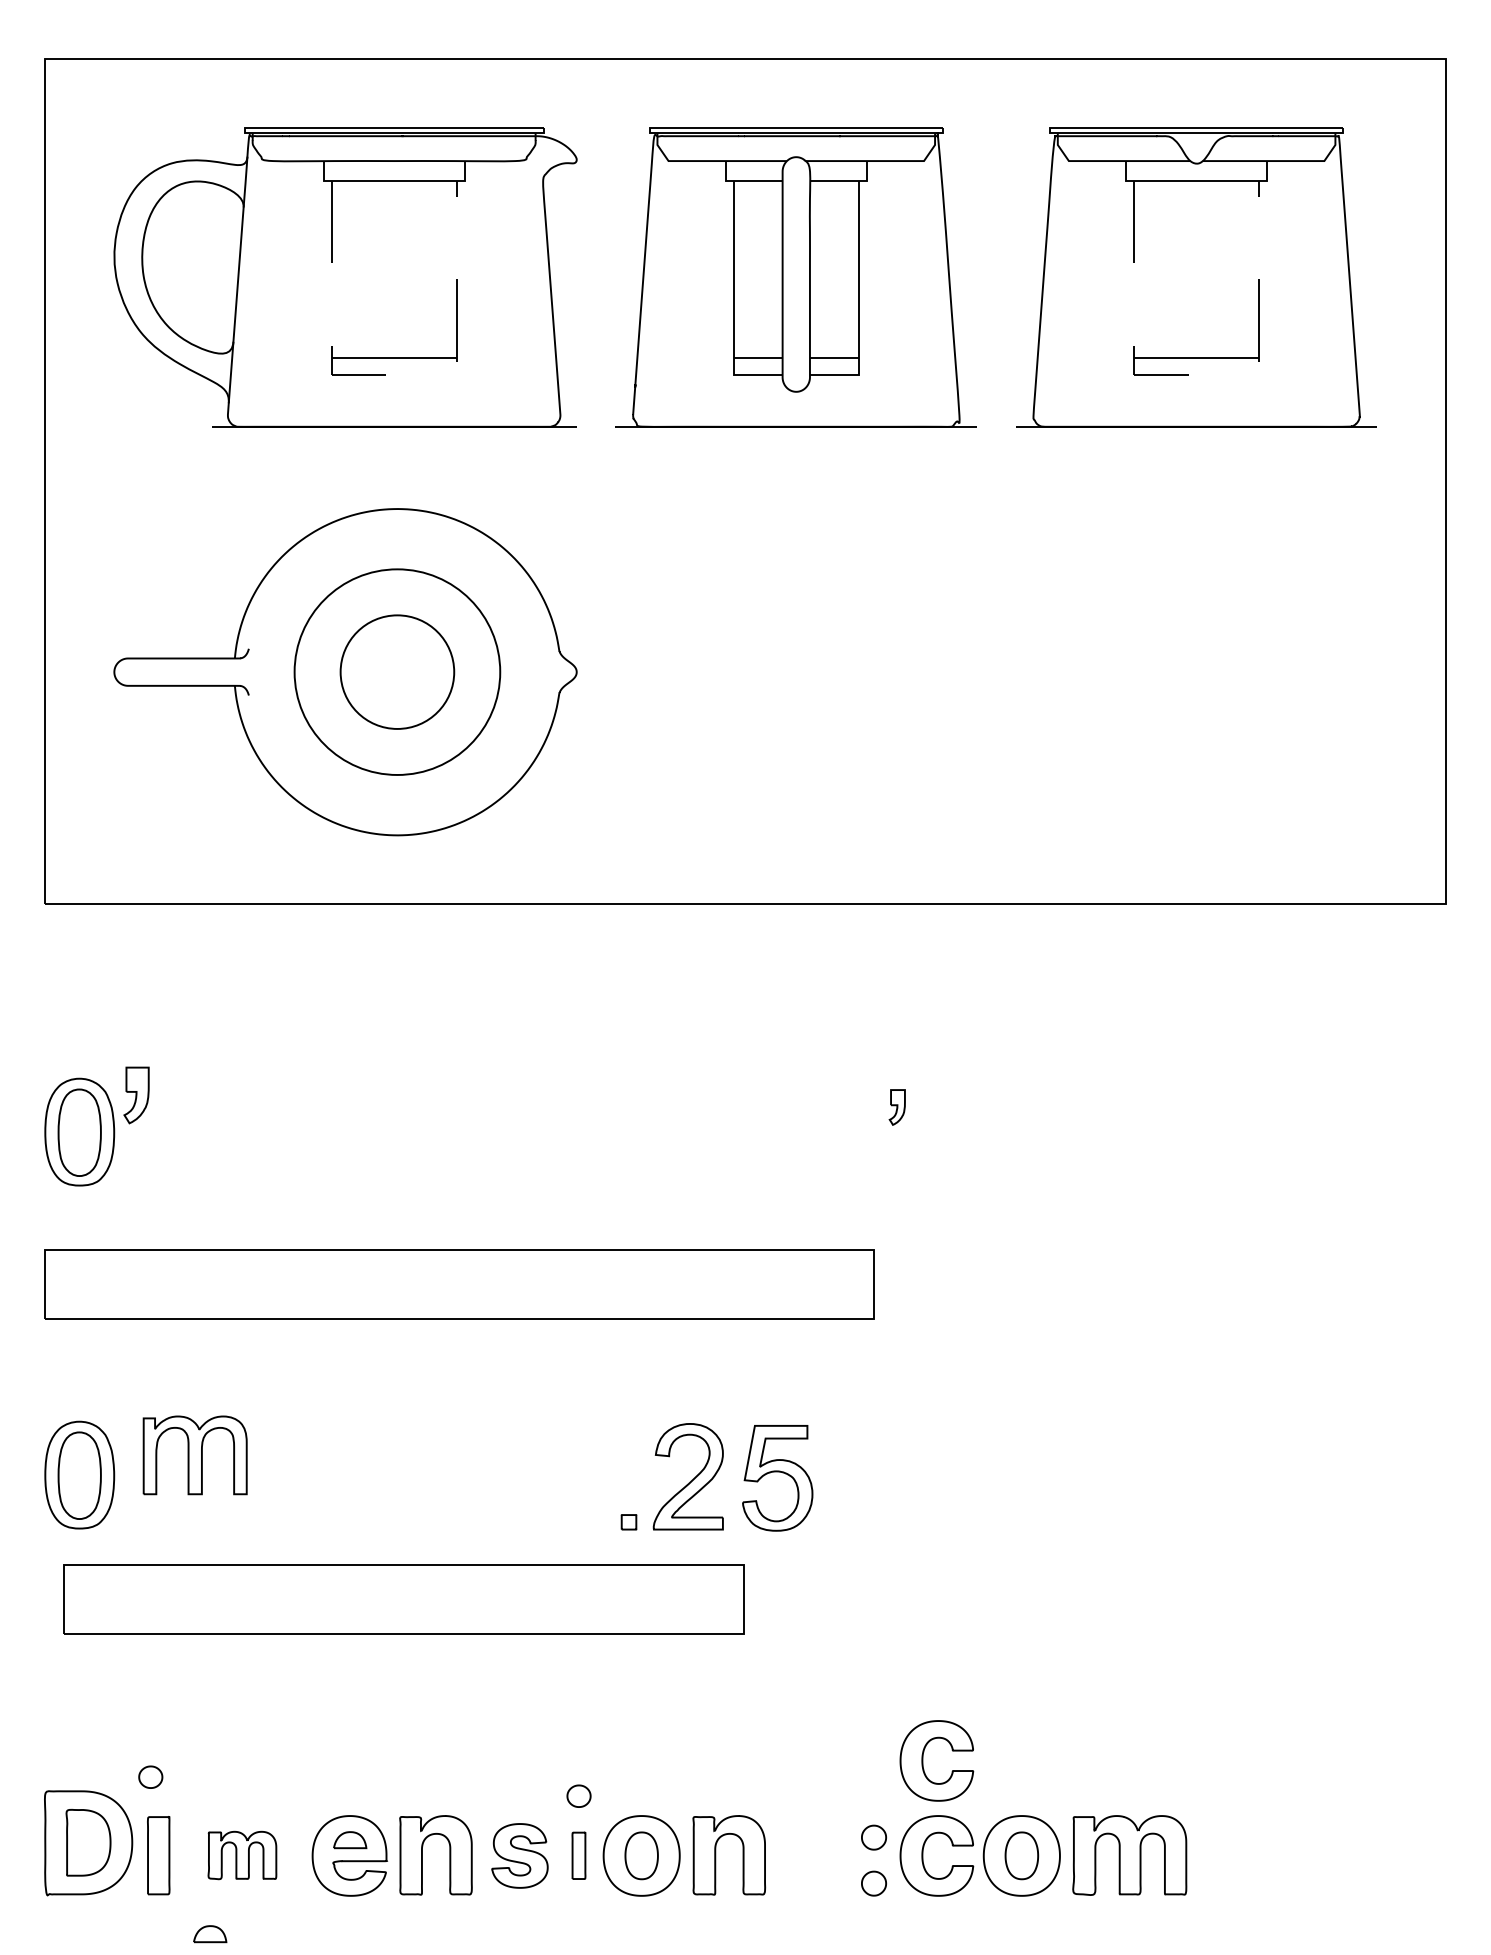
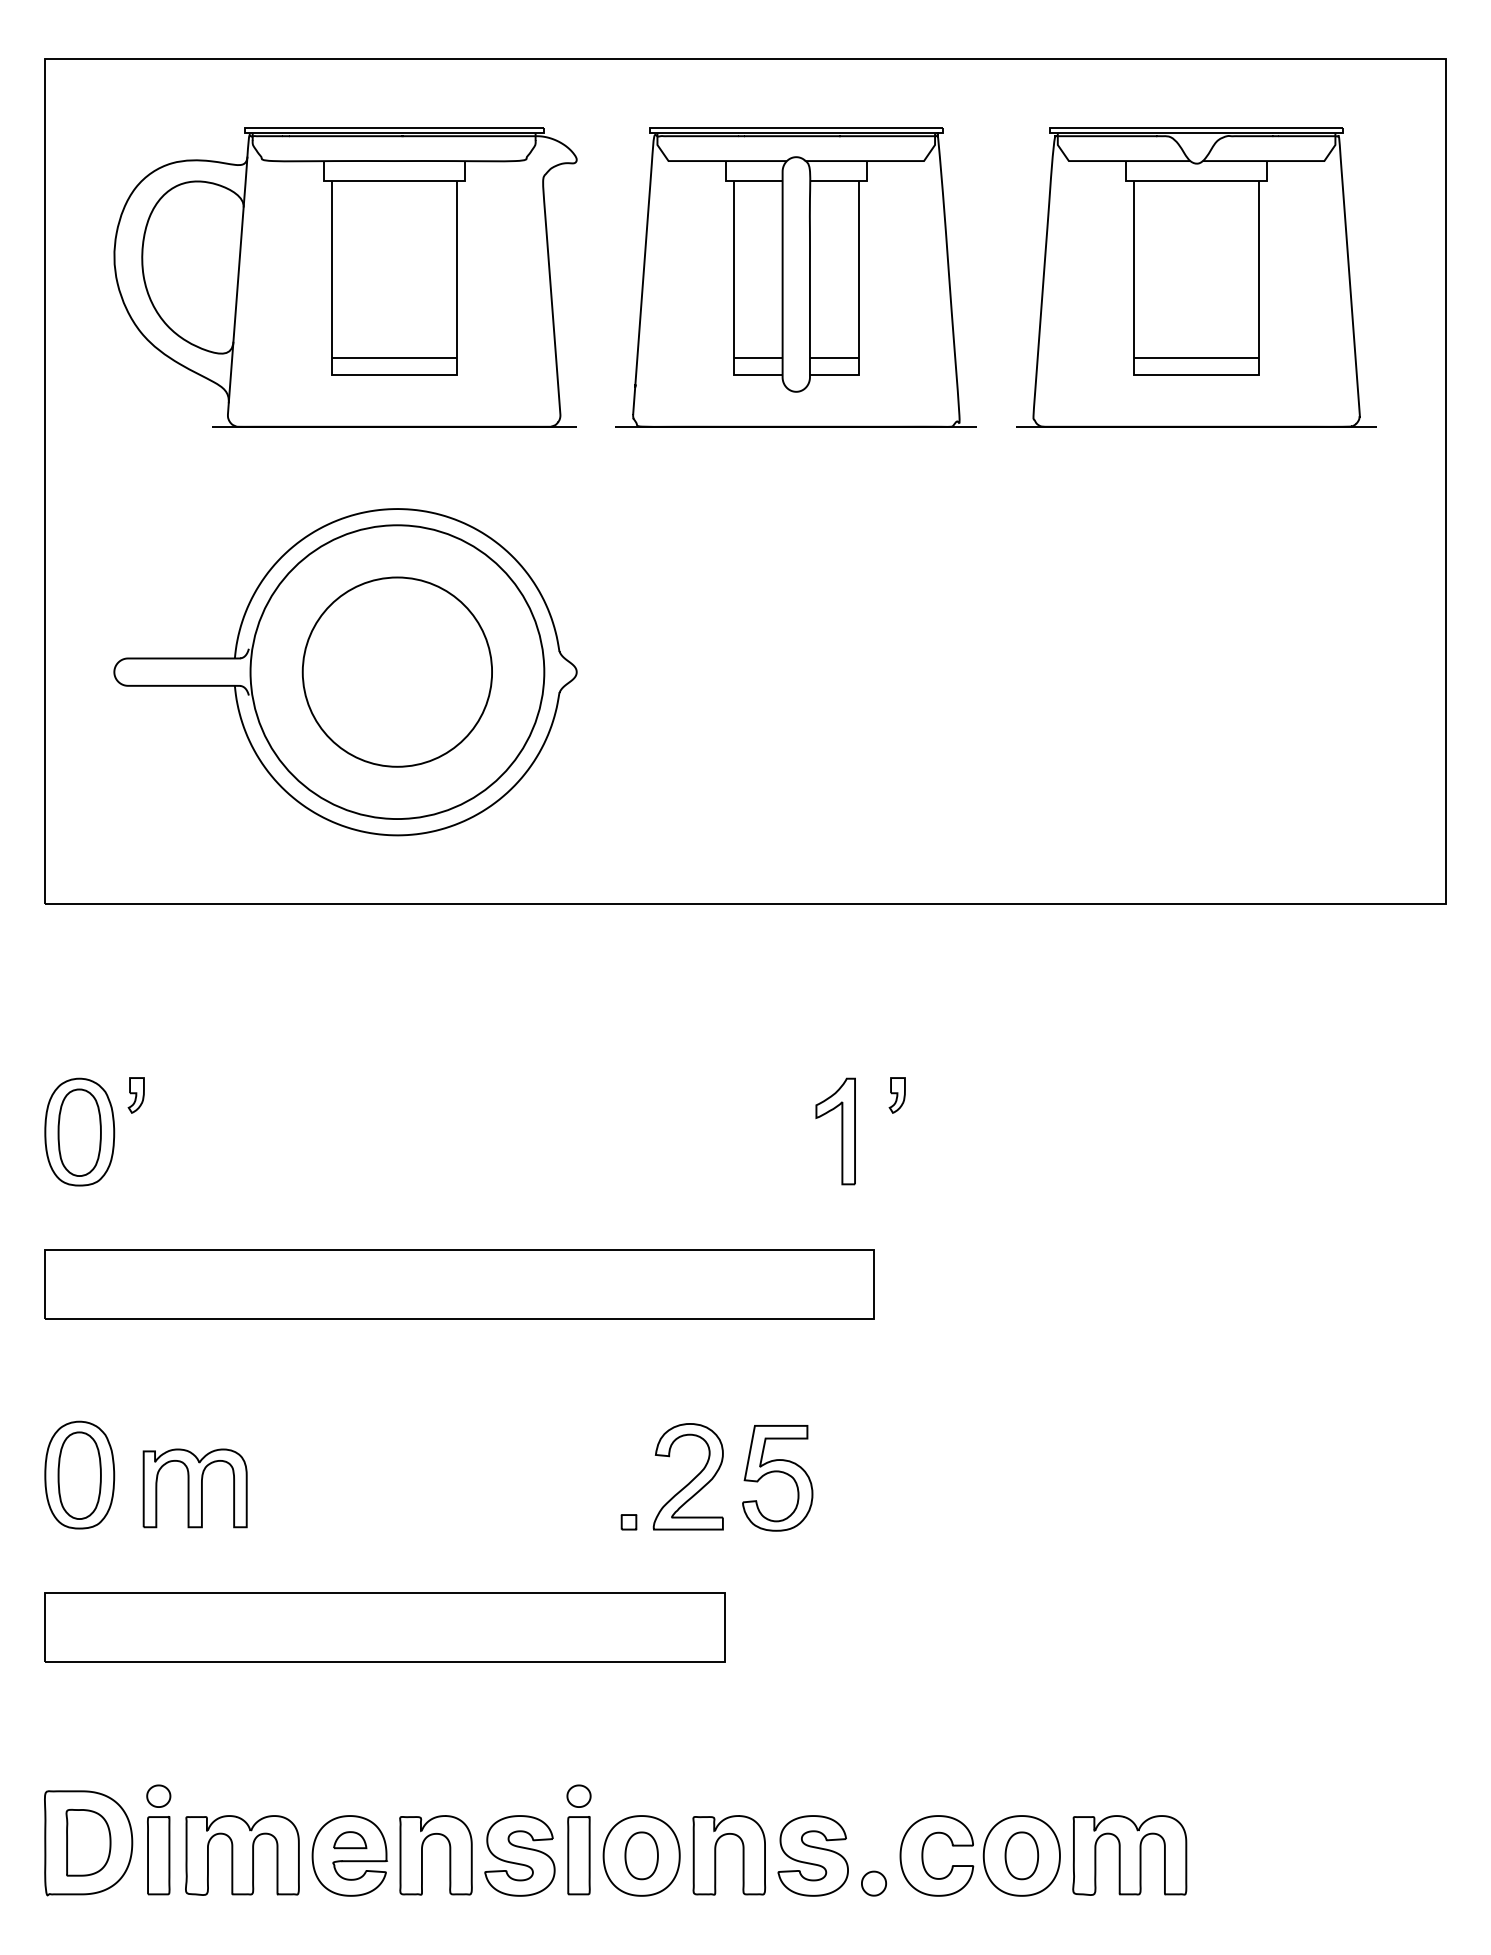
line at (394, 374): dashed -> solid
line at (1197, 374): dashed -> solid
circle at (397, 671) diameter: 114 px -> 189 px
circle at (397, 671) diameter: 206 px -> 294 px
part at (136, 1095) size: 27x59 px -> 18x37 px
part at (896, 1107) position: (896, 1107) -> (896, 1095)
part at (835, 1131): none -> present
part at (194, 1455) position: (194, 1455) -> (194, 1488)
part at (403, 1599) position: (403, 1599) -> (384, 1627)
part at (923, 1760): present -> none
part at (150, 1776) position: (150, 1776) -> (158, 1795)
part at (873, 1837): present -> none
part at (242, 1855) size: 71x51 px -> 115x81 px
part at (519, 1855) size: 58x66 px -> 72x82 px
part at (578, 1855) size: 16x49 px -> 24x80 px
part at (812, 1855): none -> present
part at (210, 1934): present -> none
